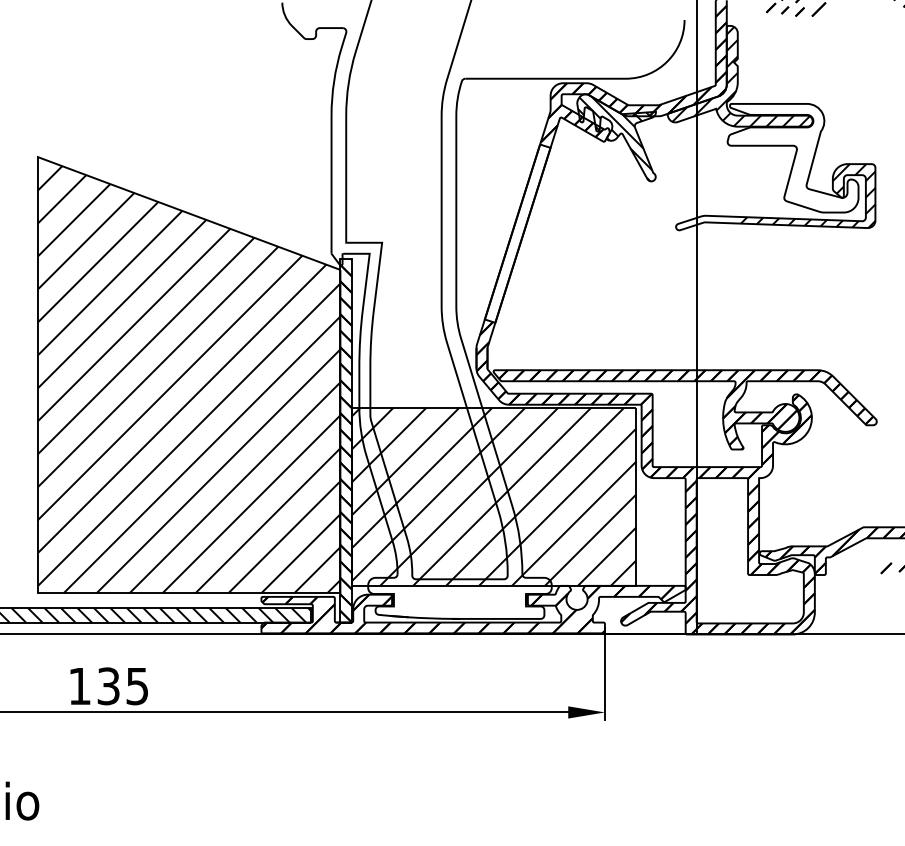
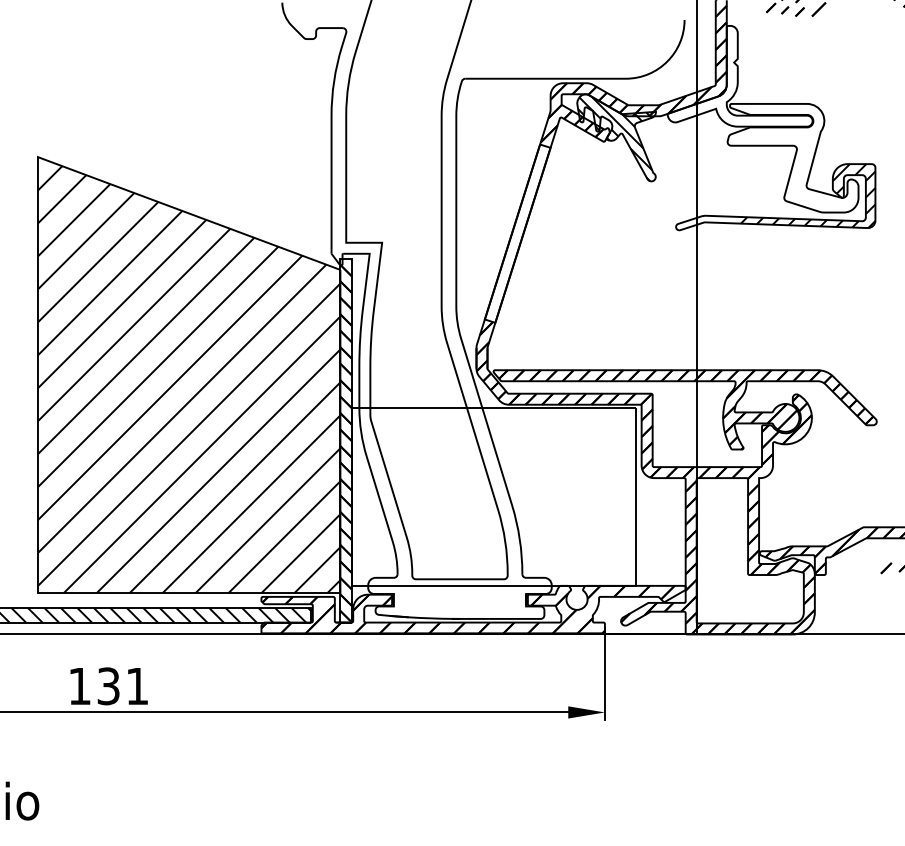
hatch at (740, 76): present -> none
hatch at (493, 496): present -> none
text at (136, 686): 135 -> 131
